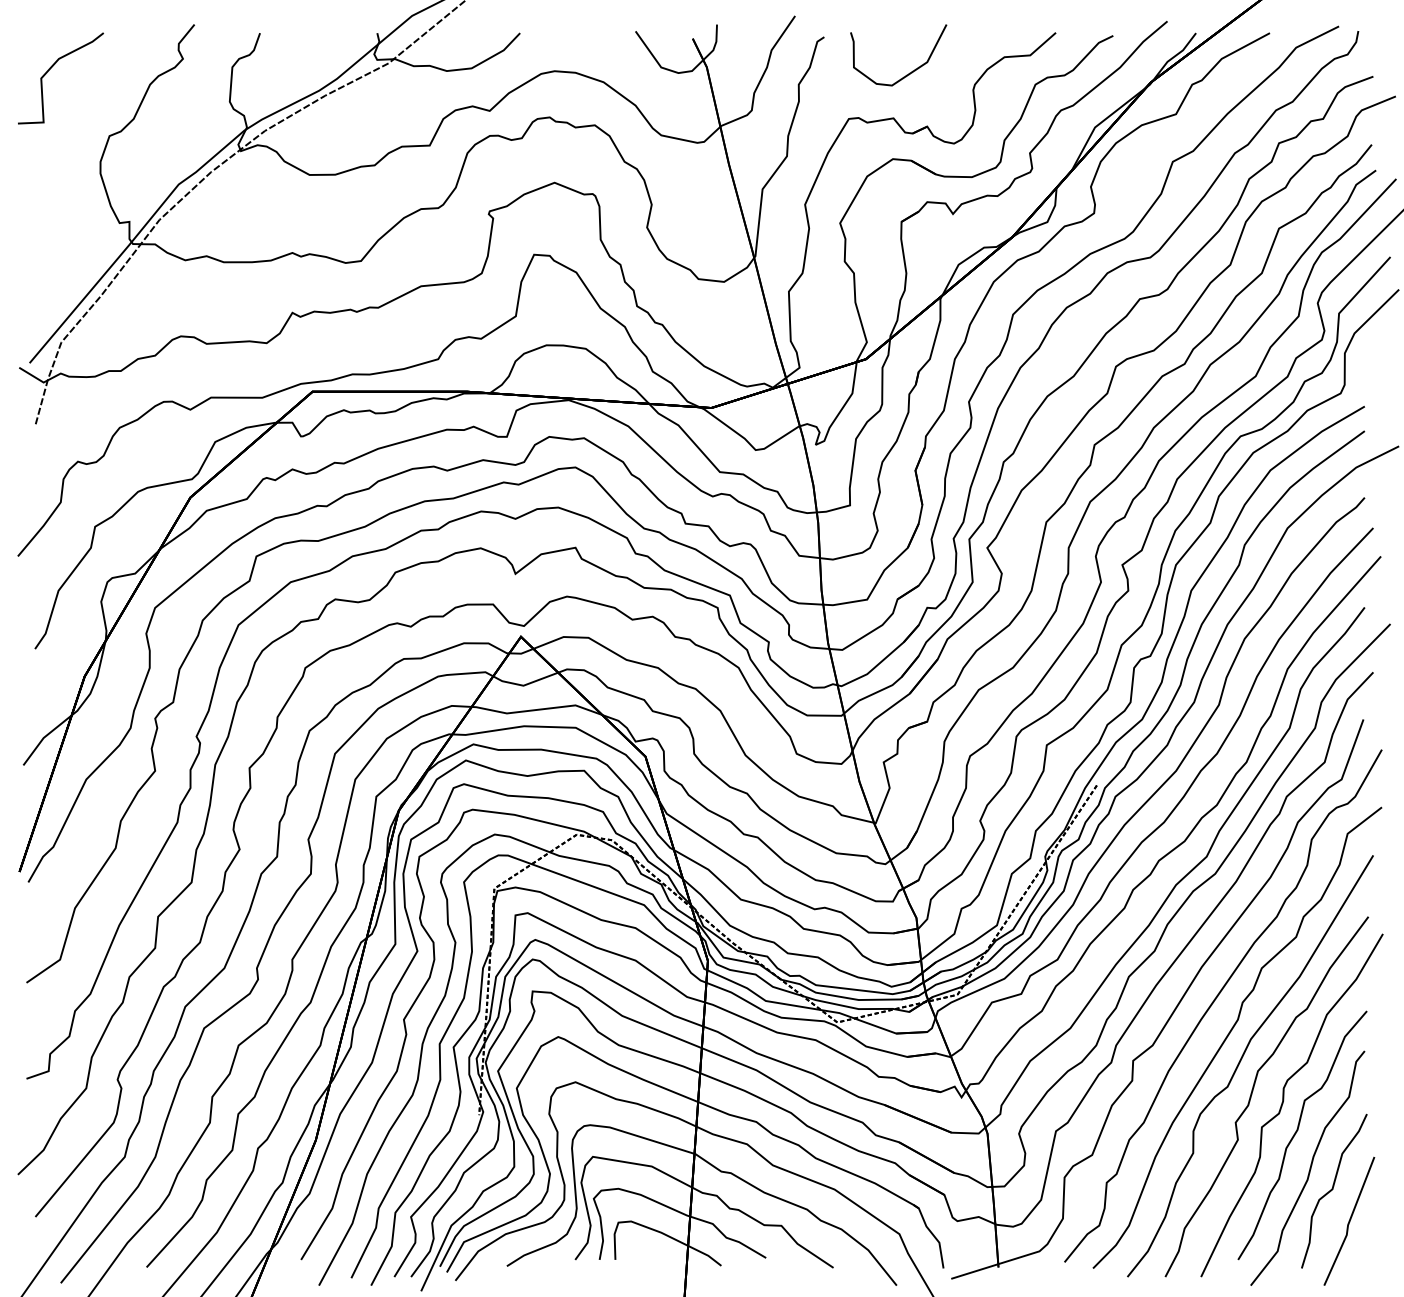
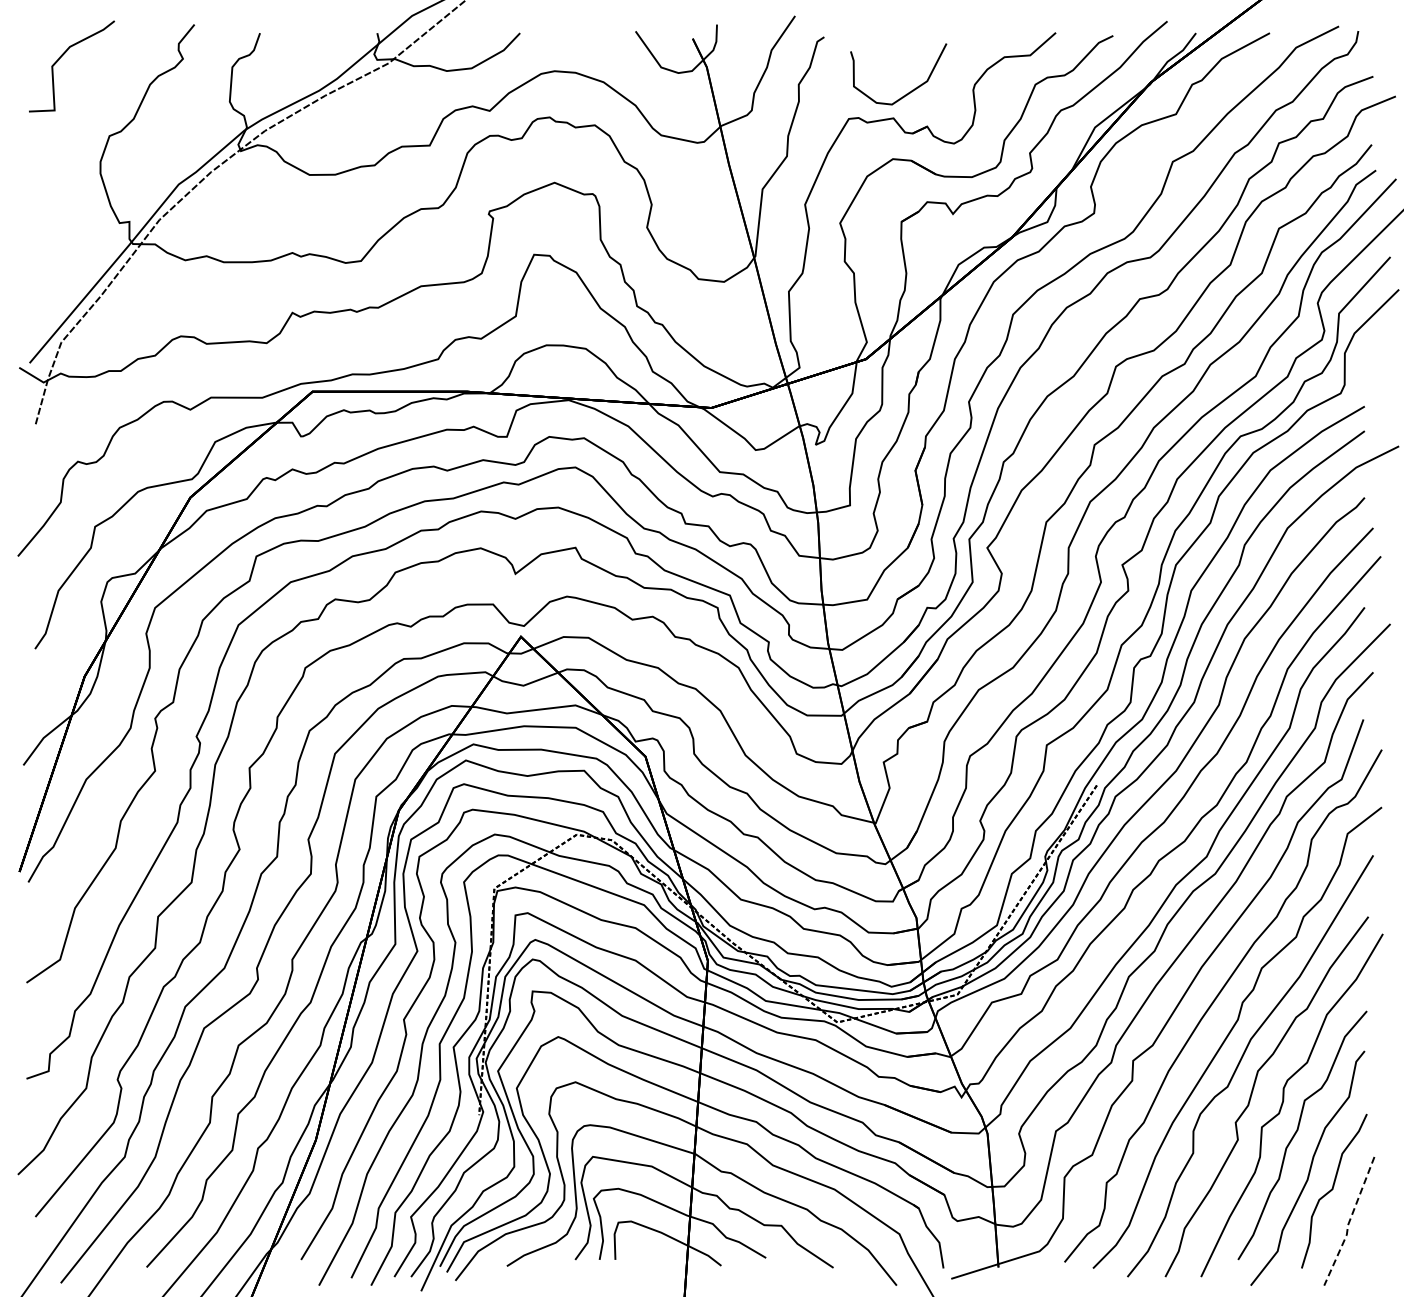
curve at (51, 68) position: (51, 68) -> (62, 56)
curve at (909, 72) position: (909, 72) -> (909, 91)
line at (1349, 1222): solid -> dashed
